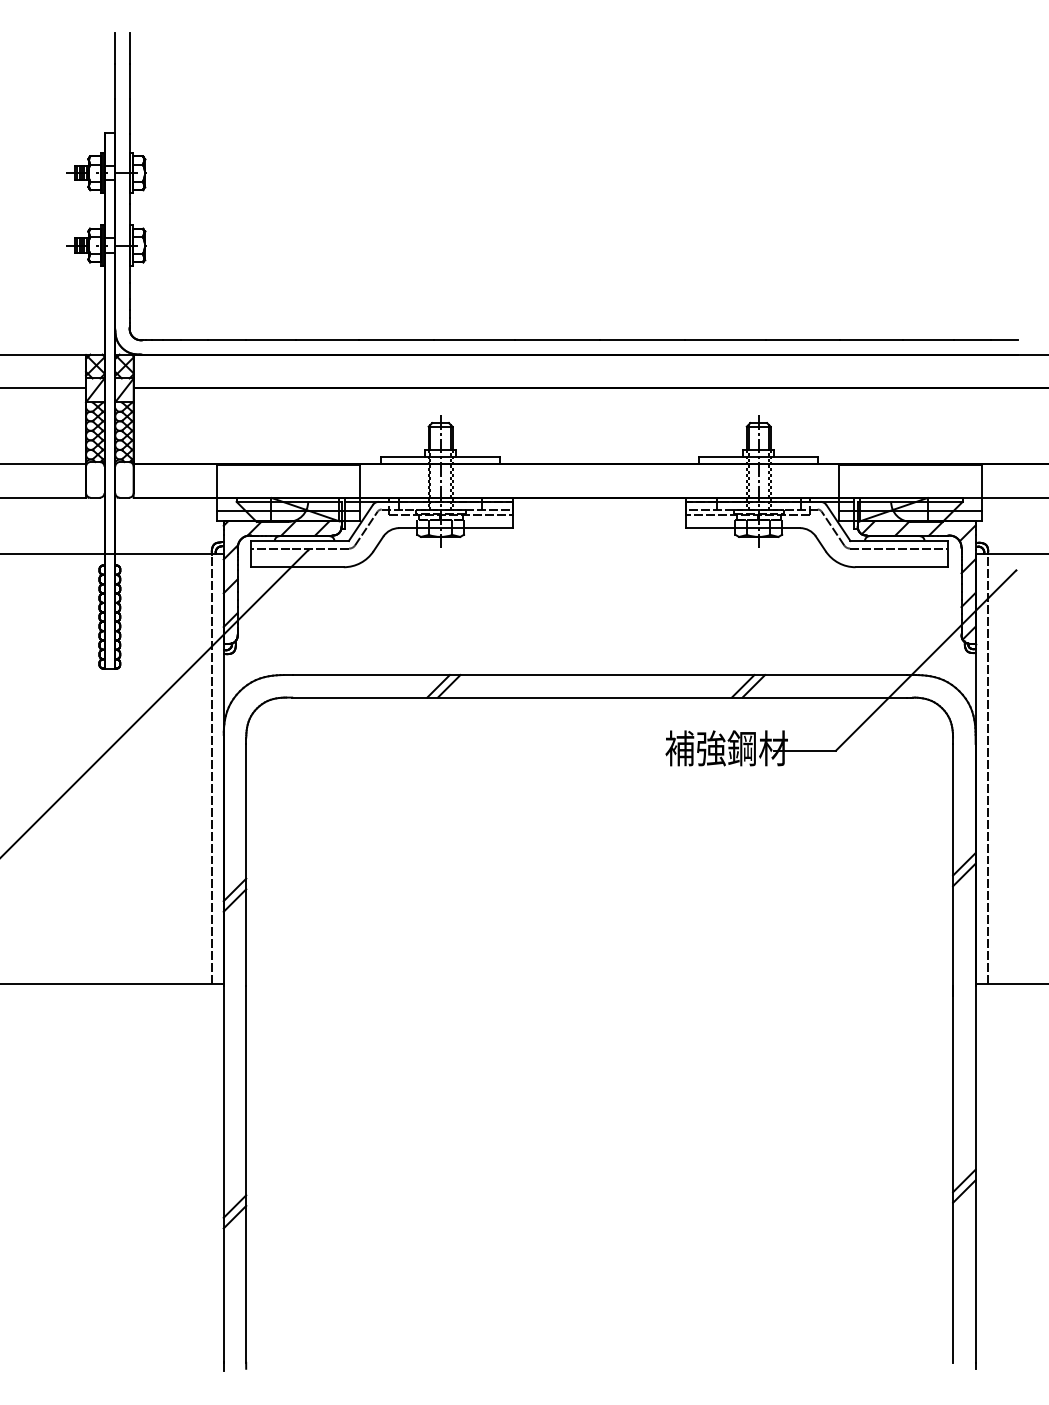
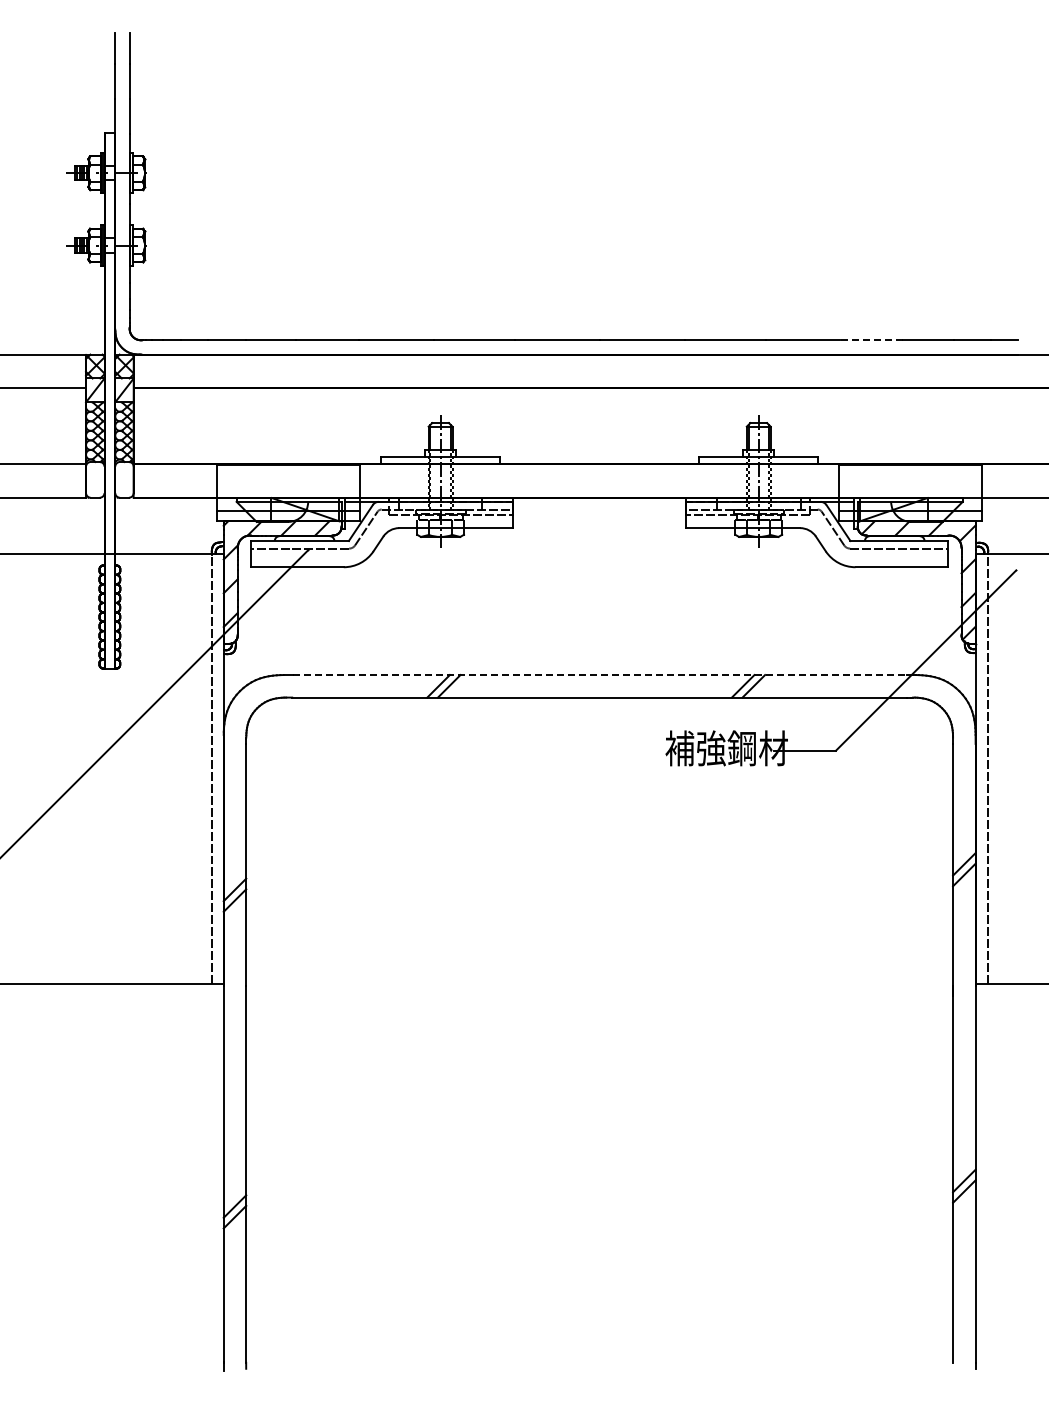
line at (871, 340): solid -> dashed
line at (600, 675): solid -> dashed
